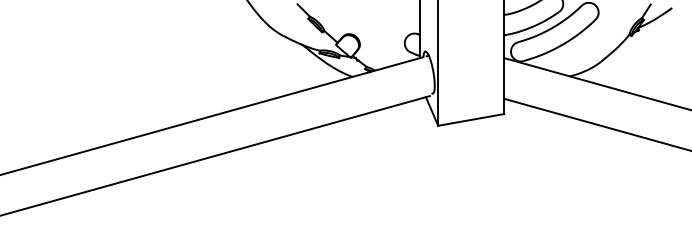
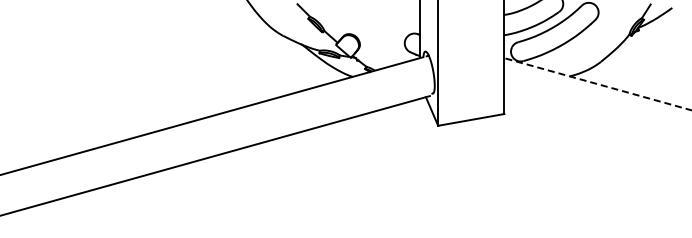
line at (597, 84): solid -> dashed
line at (596, 124): present -> none
